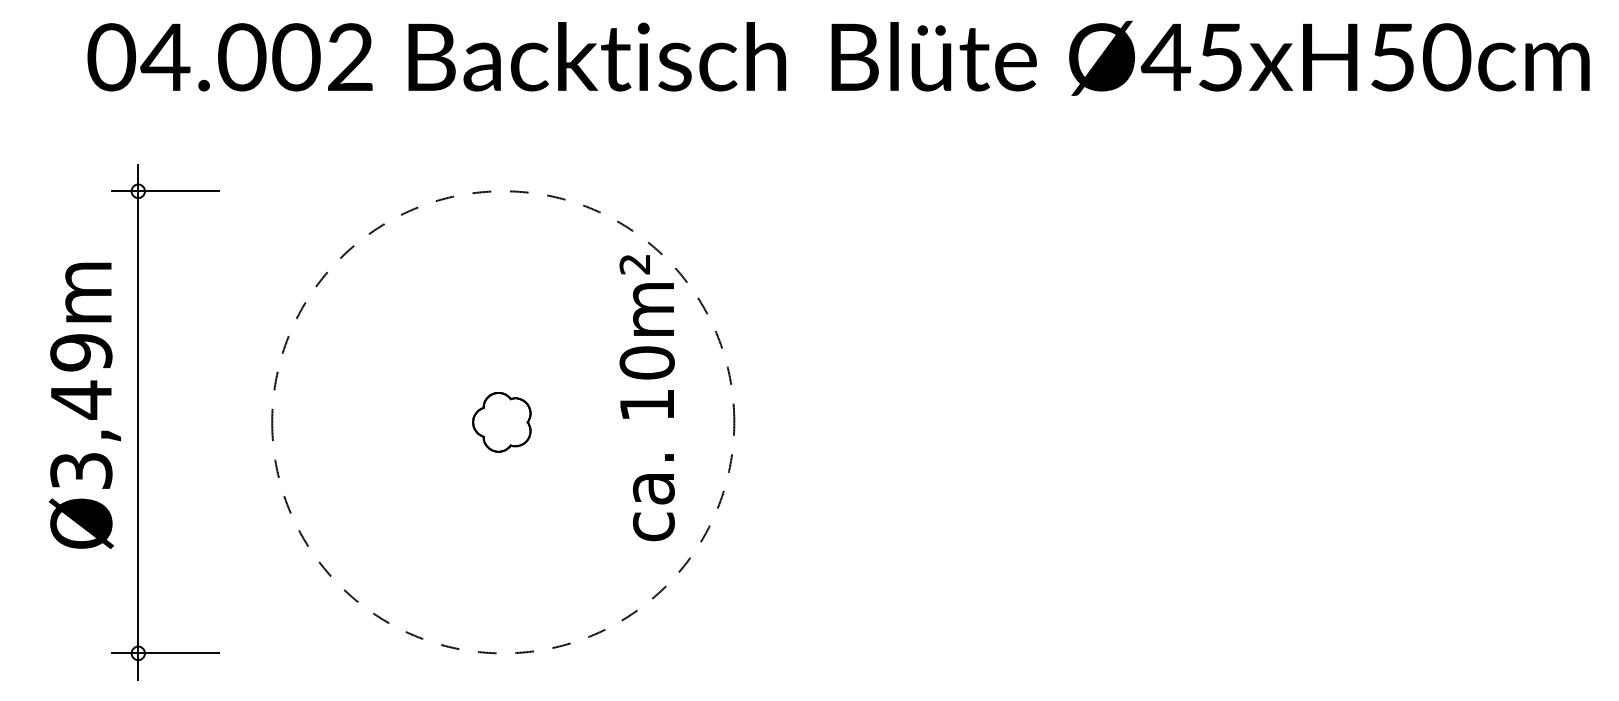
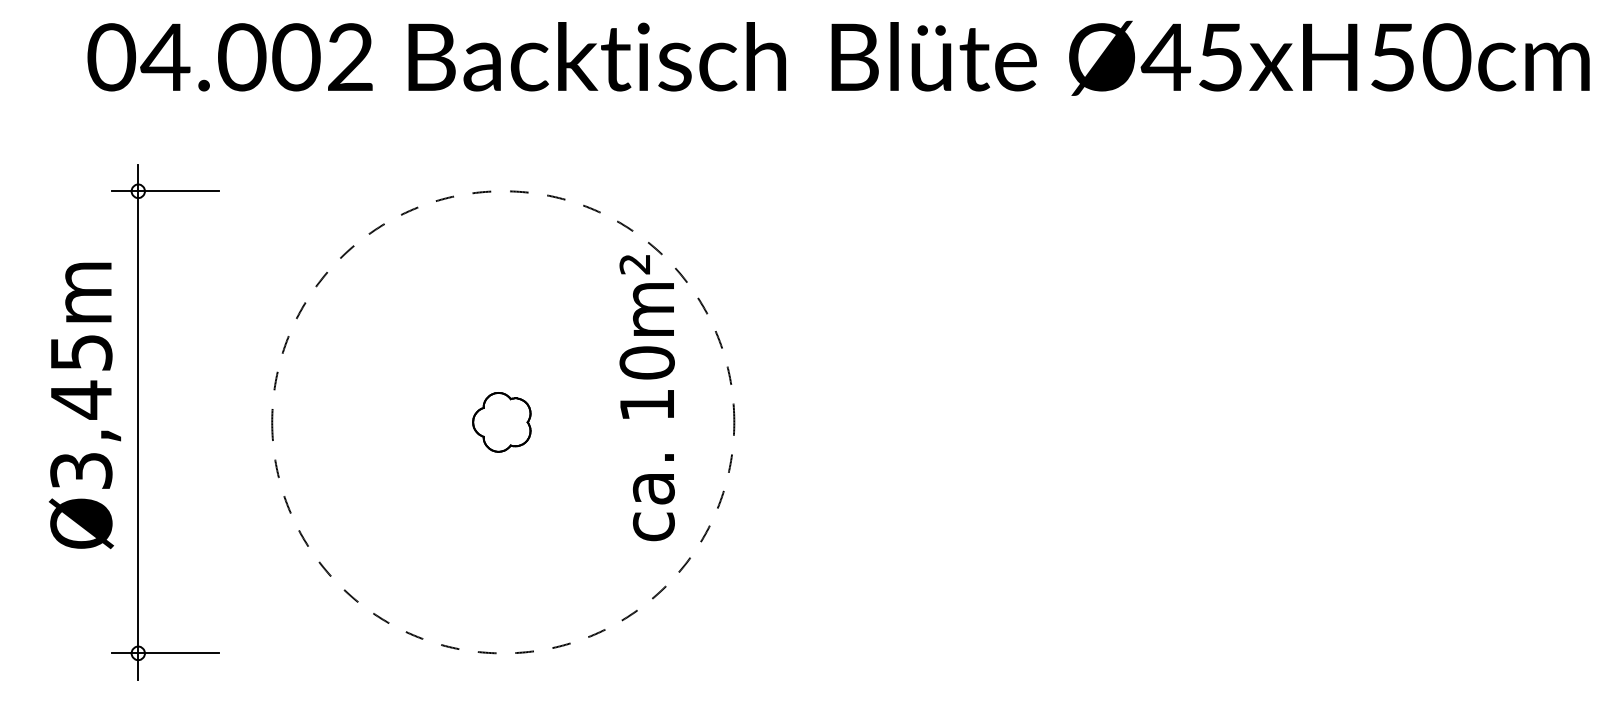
text at (81, 352): Ø3,49m -> Ø3,45m
